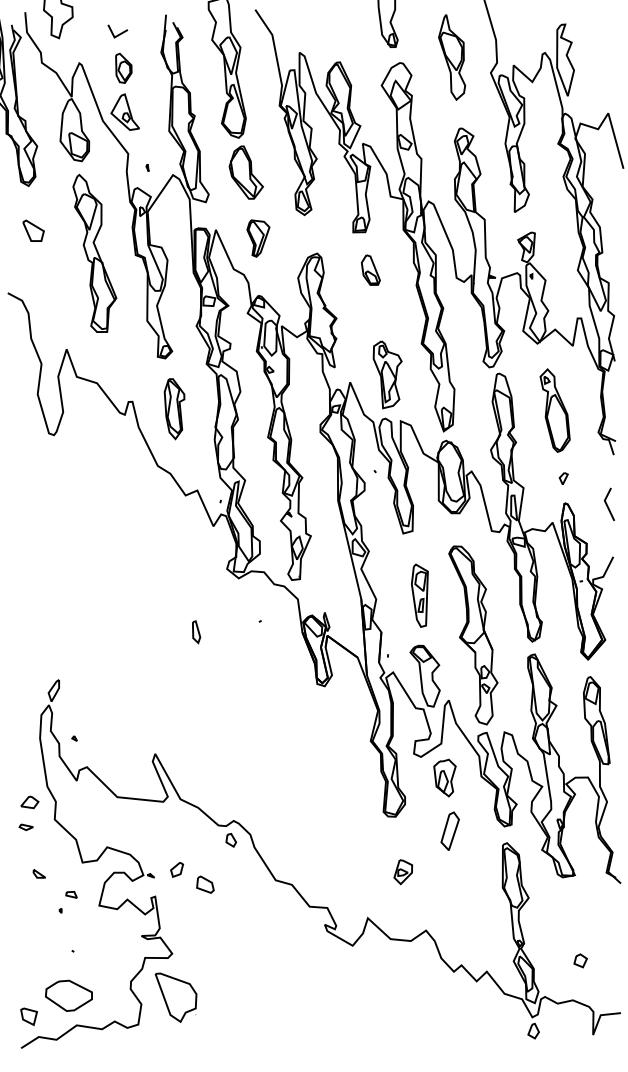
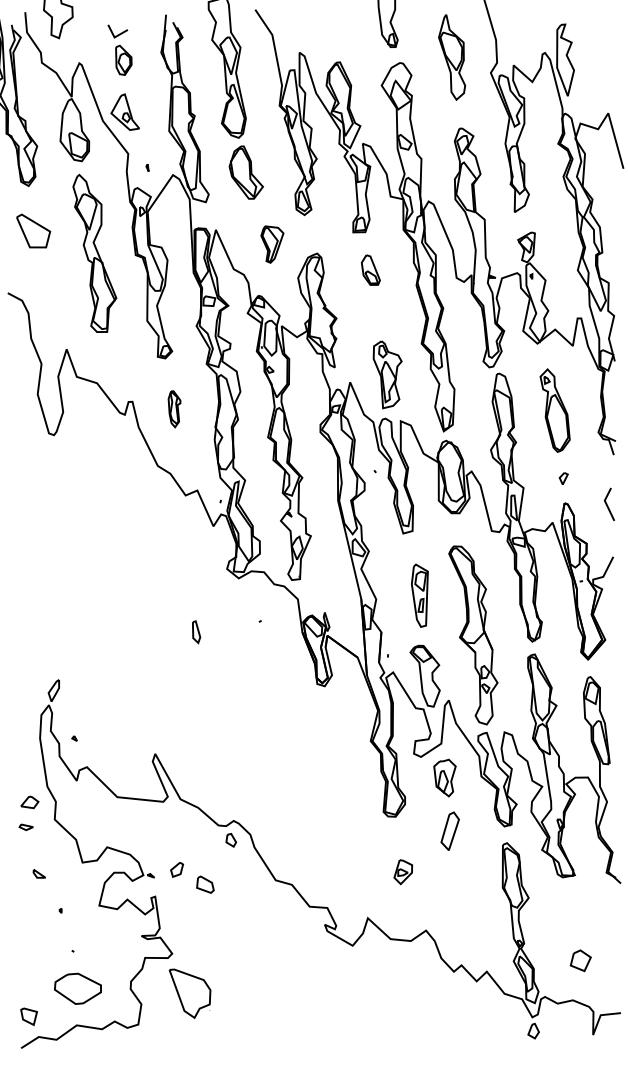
part at (123, 67) position: (123, 67) -> (123, 59)
part at (33, 230) size: 23x23 px -> 36x36 px
part at (258, 238) position: (258, 238) -> (272, 244)
part at (174, 409) size: 23x63 px -> 15x39 px
part at (71, 894): present -> none
part at (580, 960) size: 15x16 px -> 23x24 px
part at (68, 995) position: (68, 995) -> (77, 988)
part at (175, 997) position: (175, 997) -> (189, 993)
